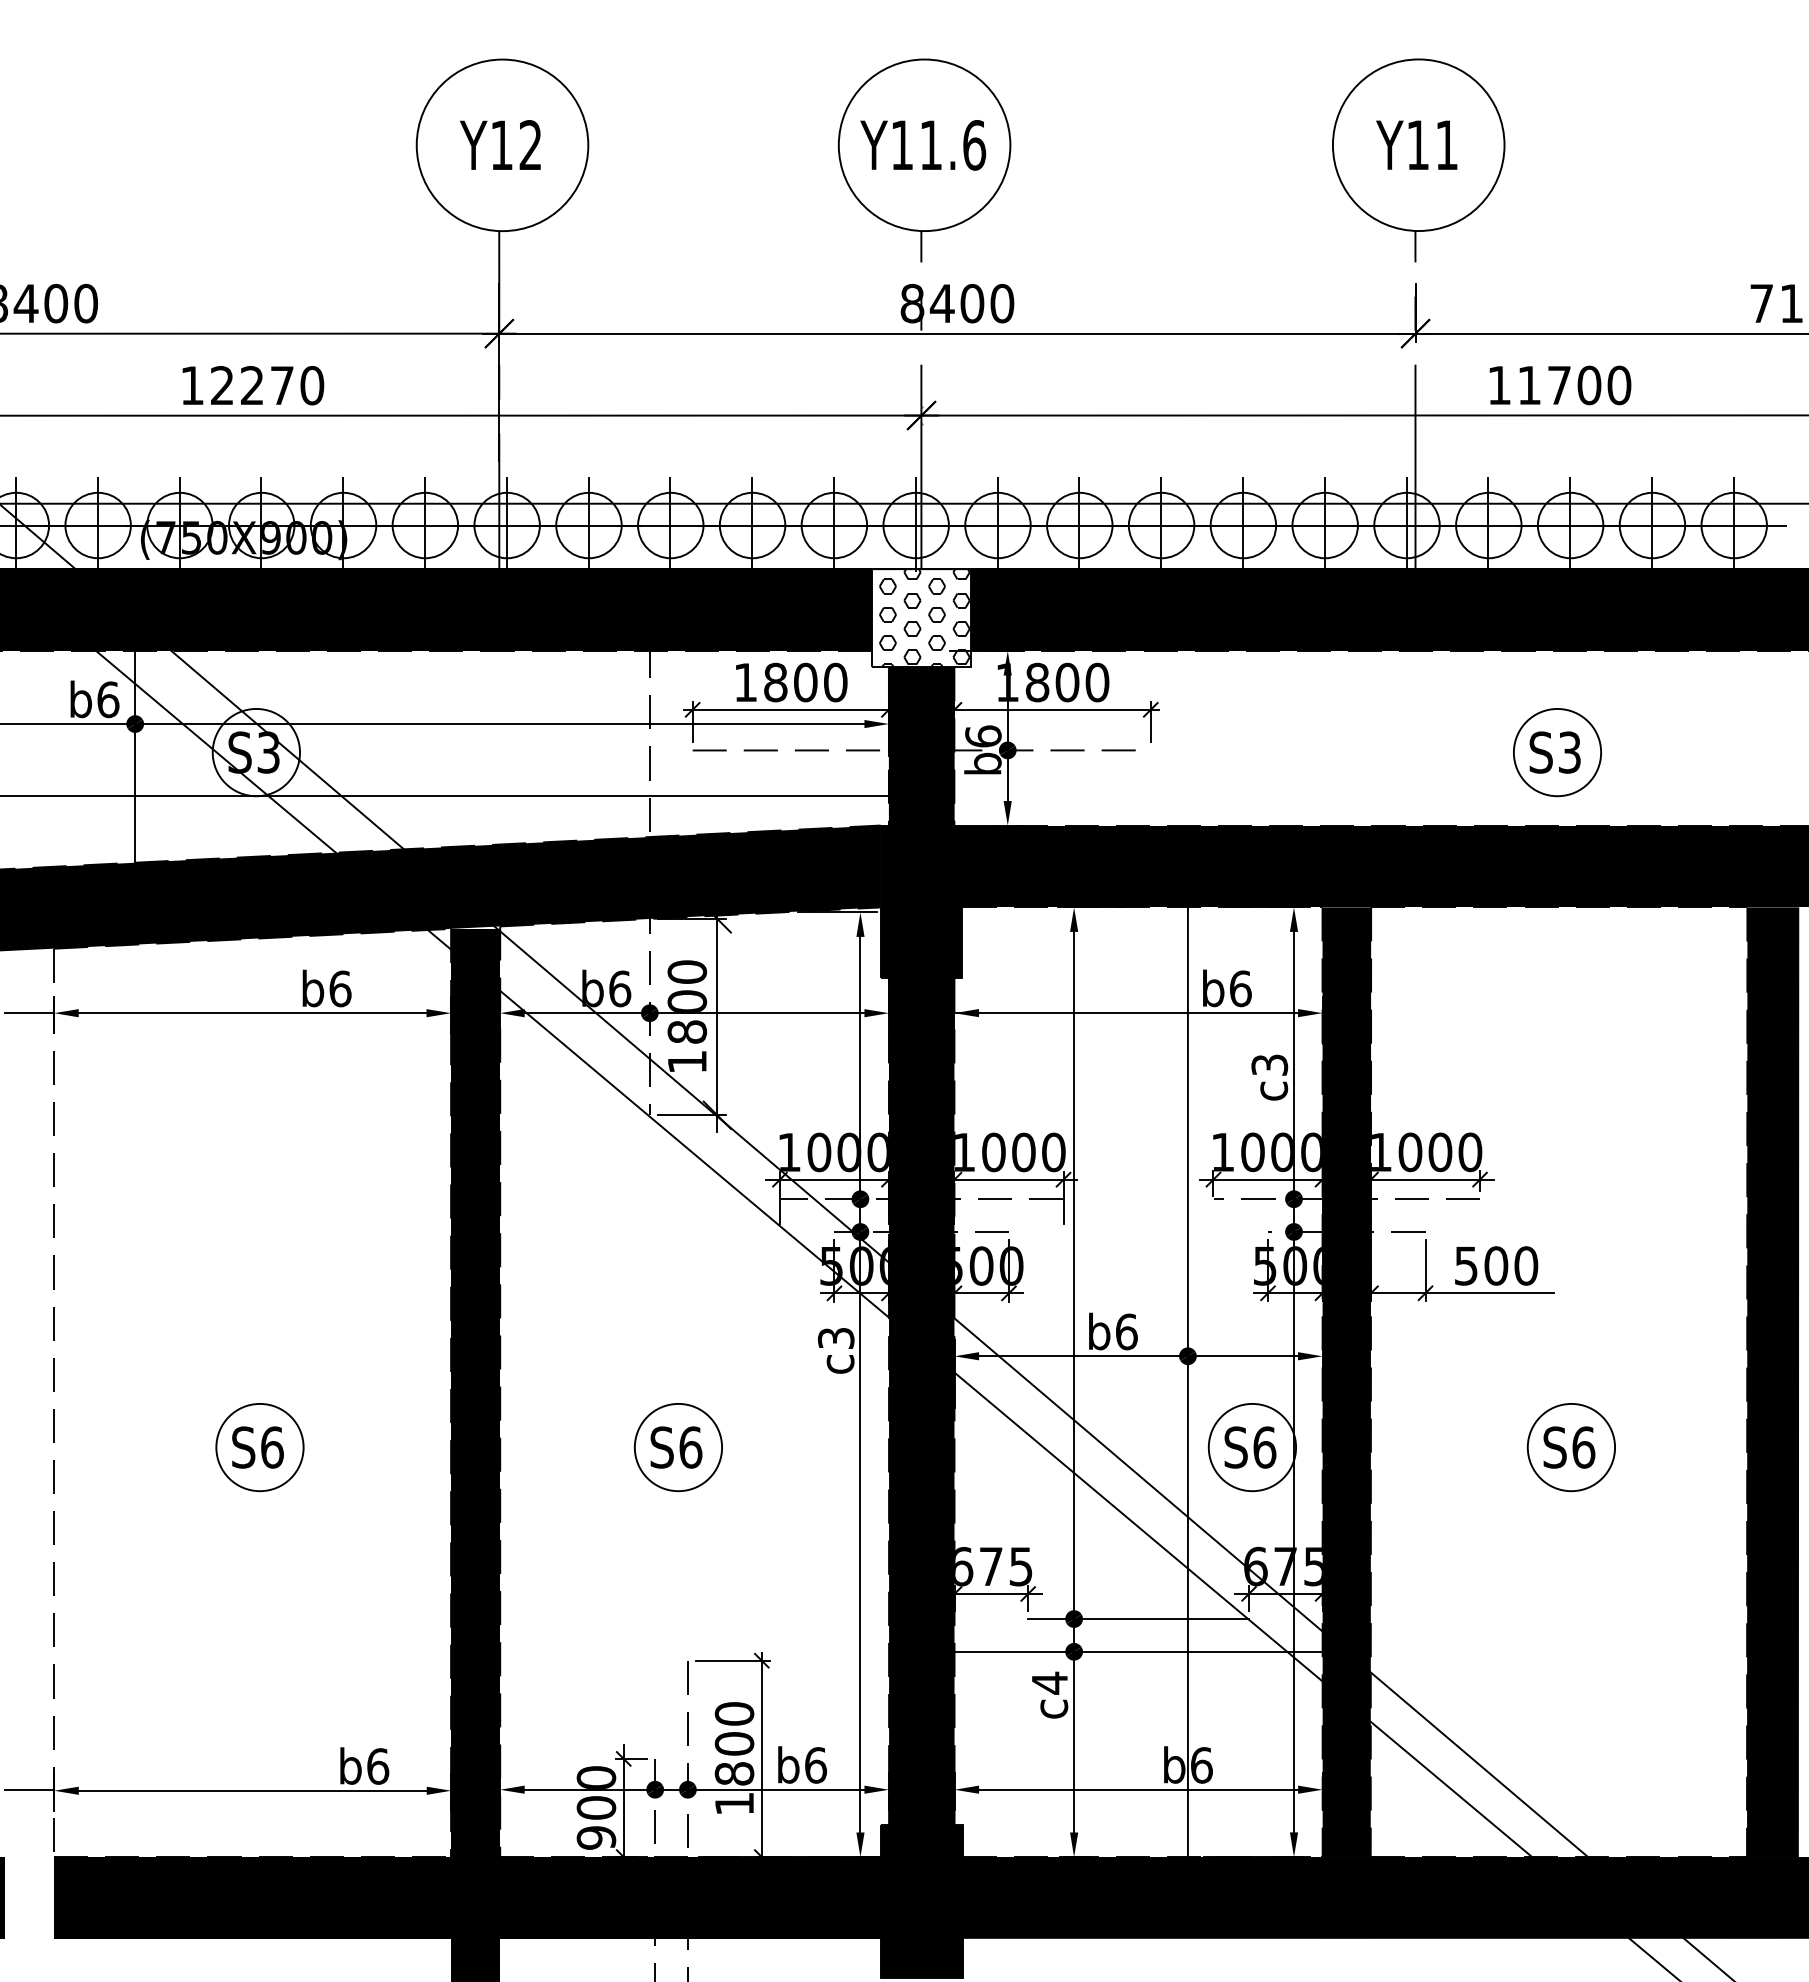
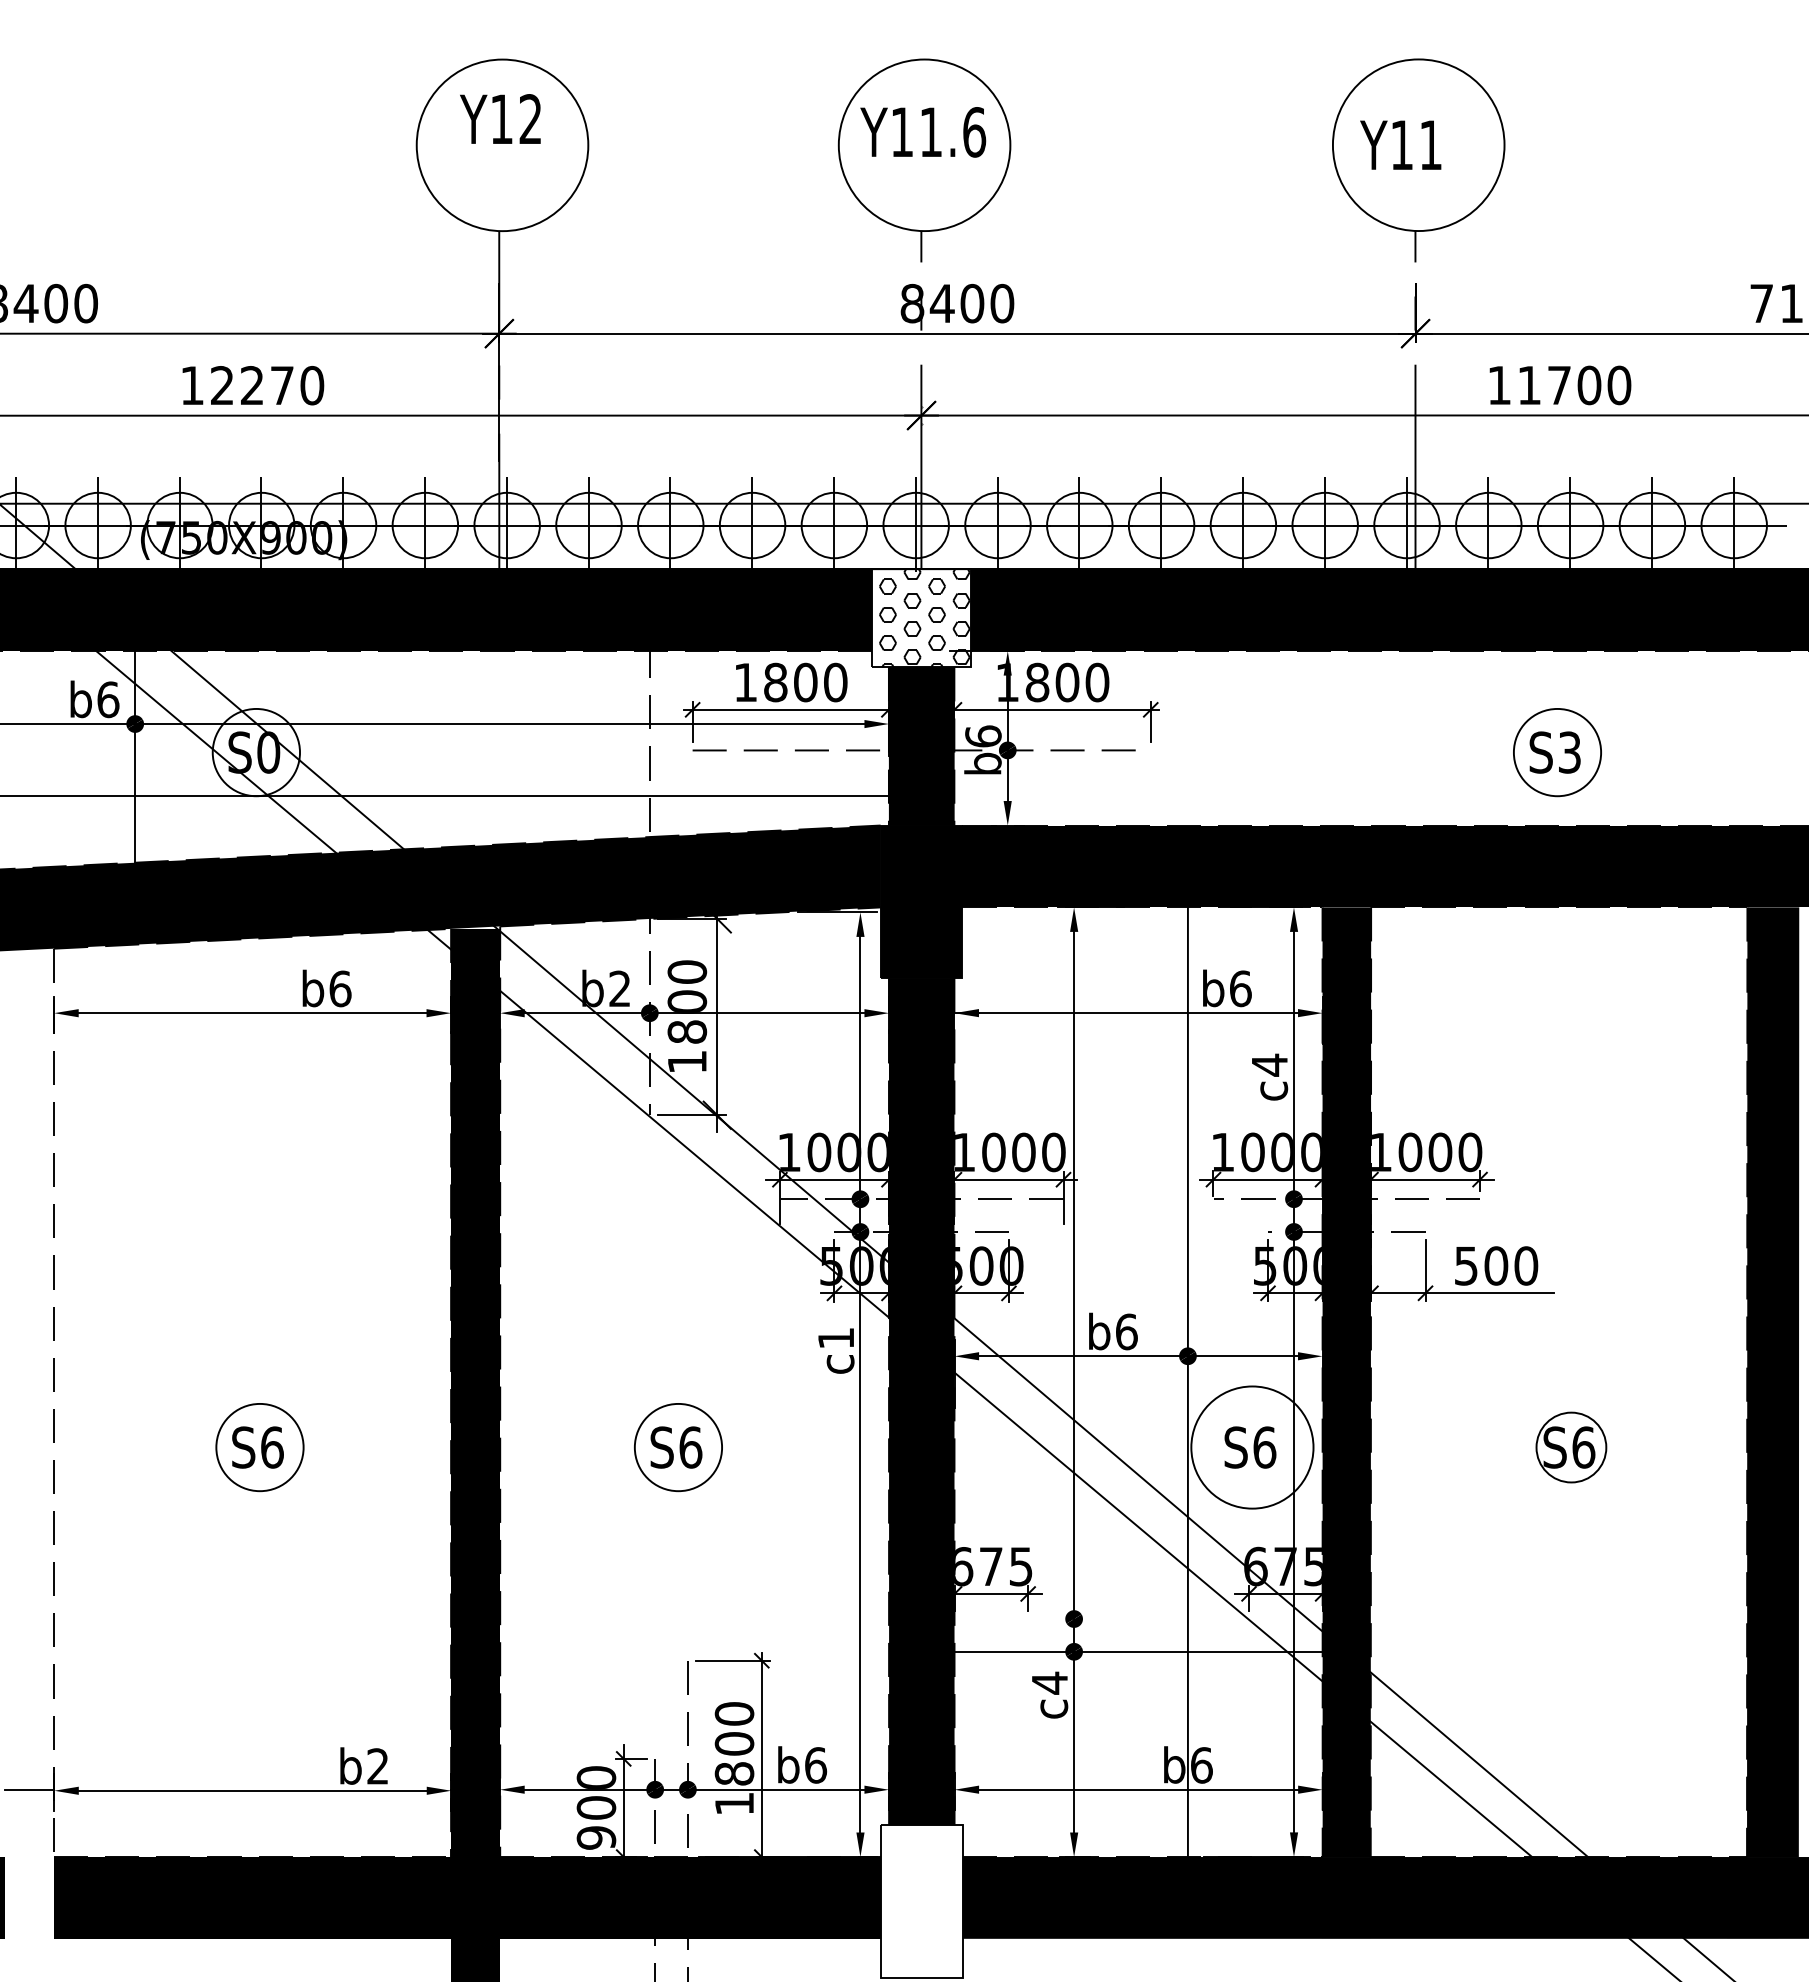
text at (500, 144) position: (500, 144) -> (500, 118)
text at (1416, 144) position: (1416, 144) -> (1400, 144)
text at (923, 145) position: (923, 145) -> (923, 132)
text at (268, 752): S3 -> S0
text at (620, 988): b6 -> b2
line at (29, 1013): present -> none
text at (1269, 1064): c3 -> c4
text at (835, 1338): c3 -> c1
circle at (1252, 1447) diameter: 87 px -> 122 px
circle at (1571, 1447) diameter: 87 px -> 70 px
line at (1138, 1619): present -> none
text at (378, 1766): b6 -> b2
fill at (921, 1901): present -> none
